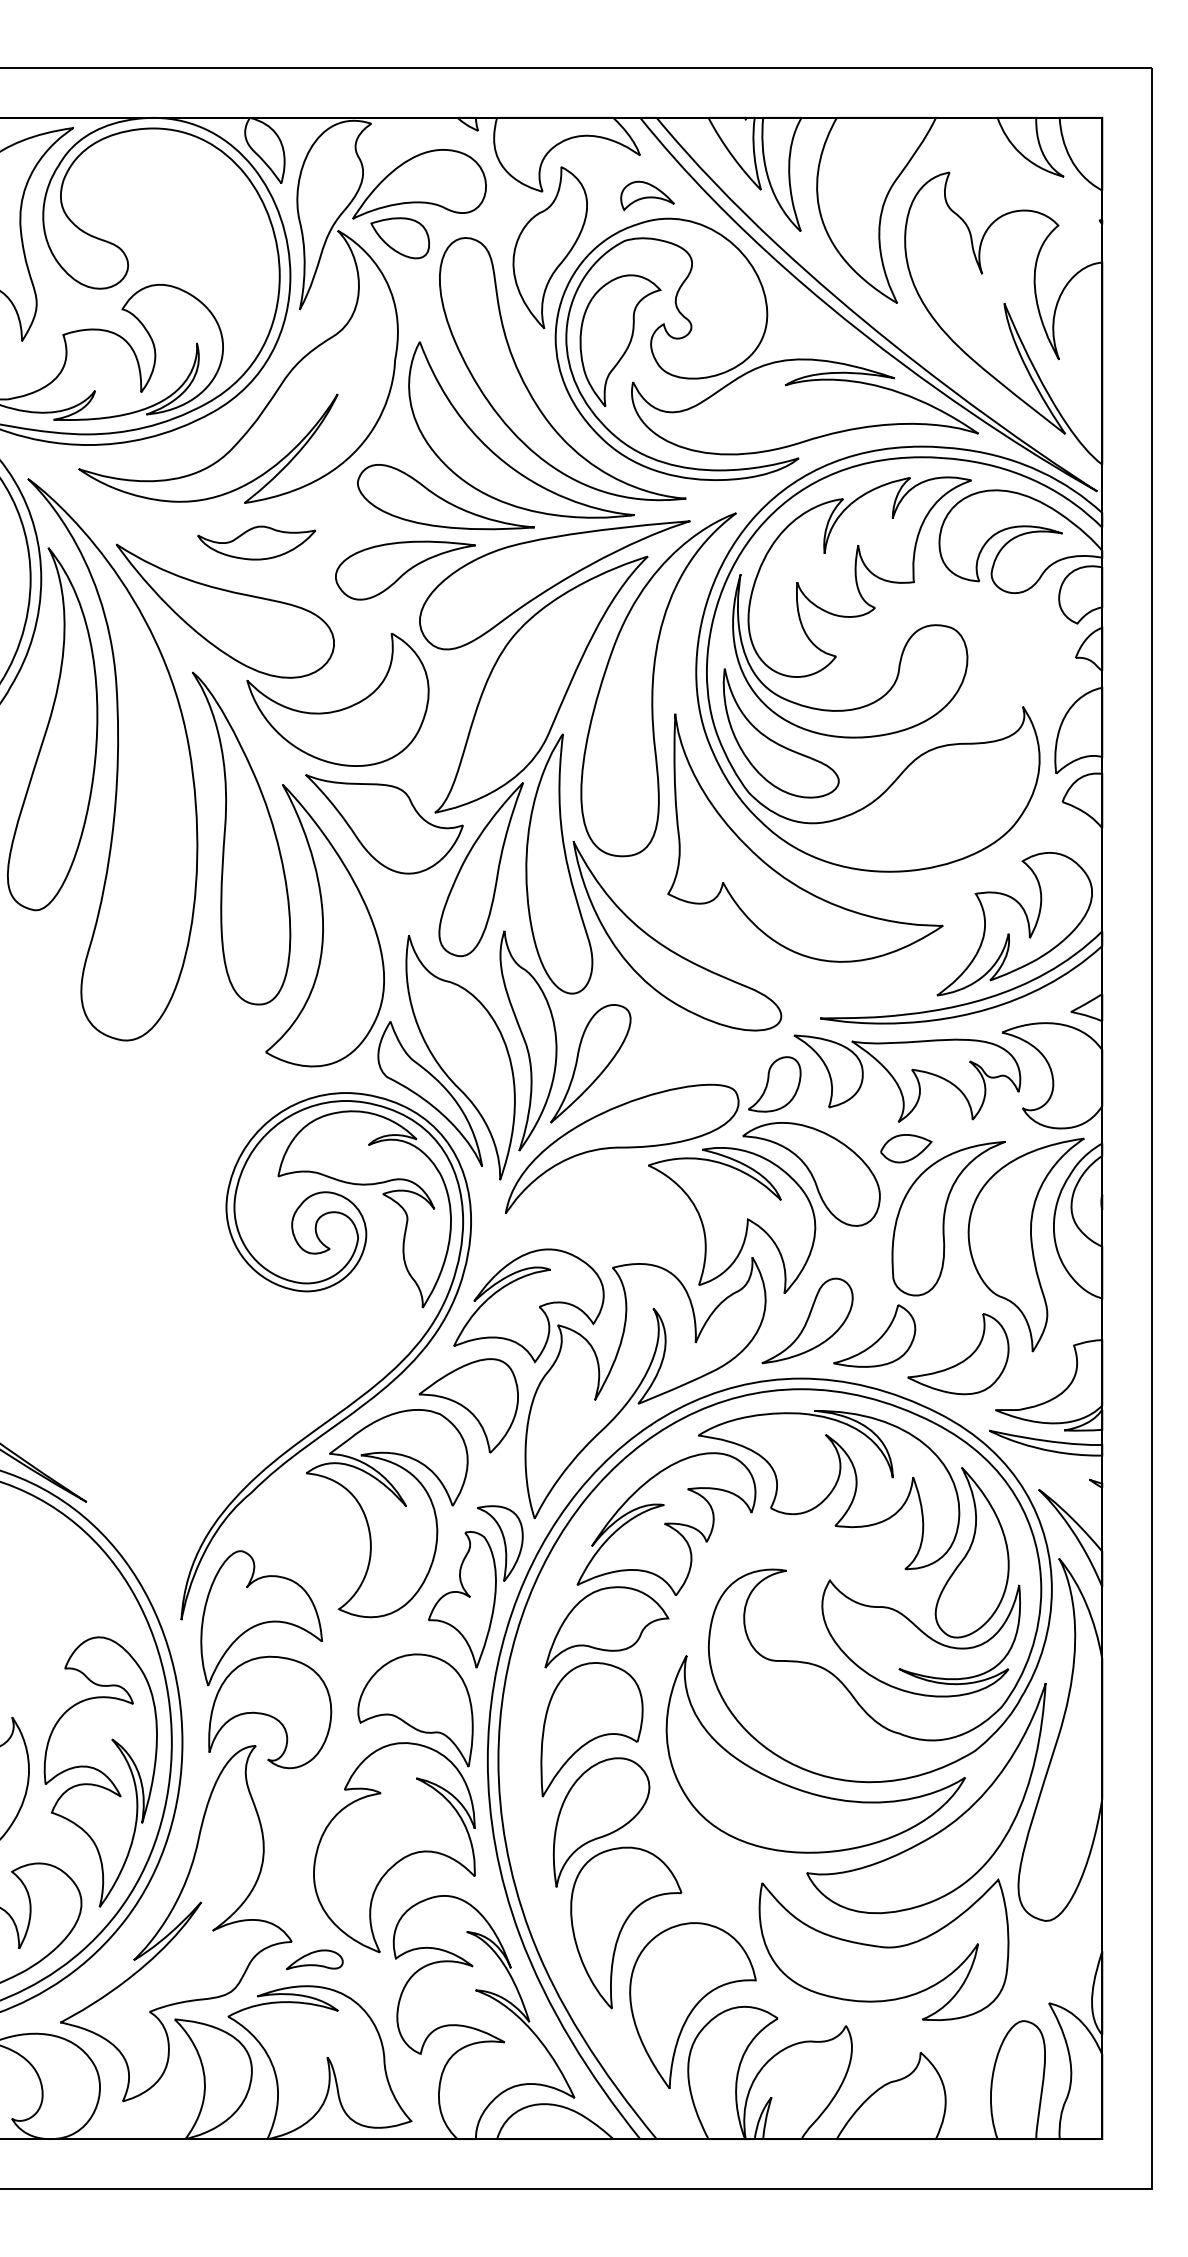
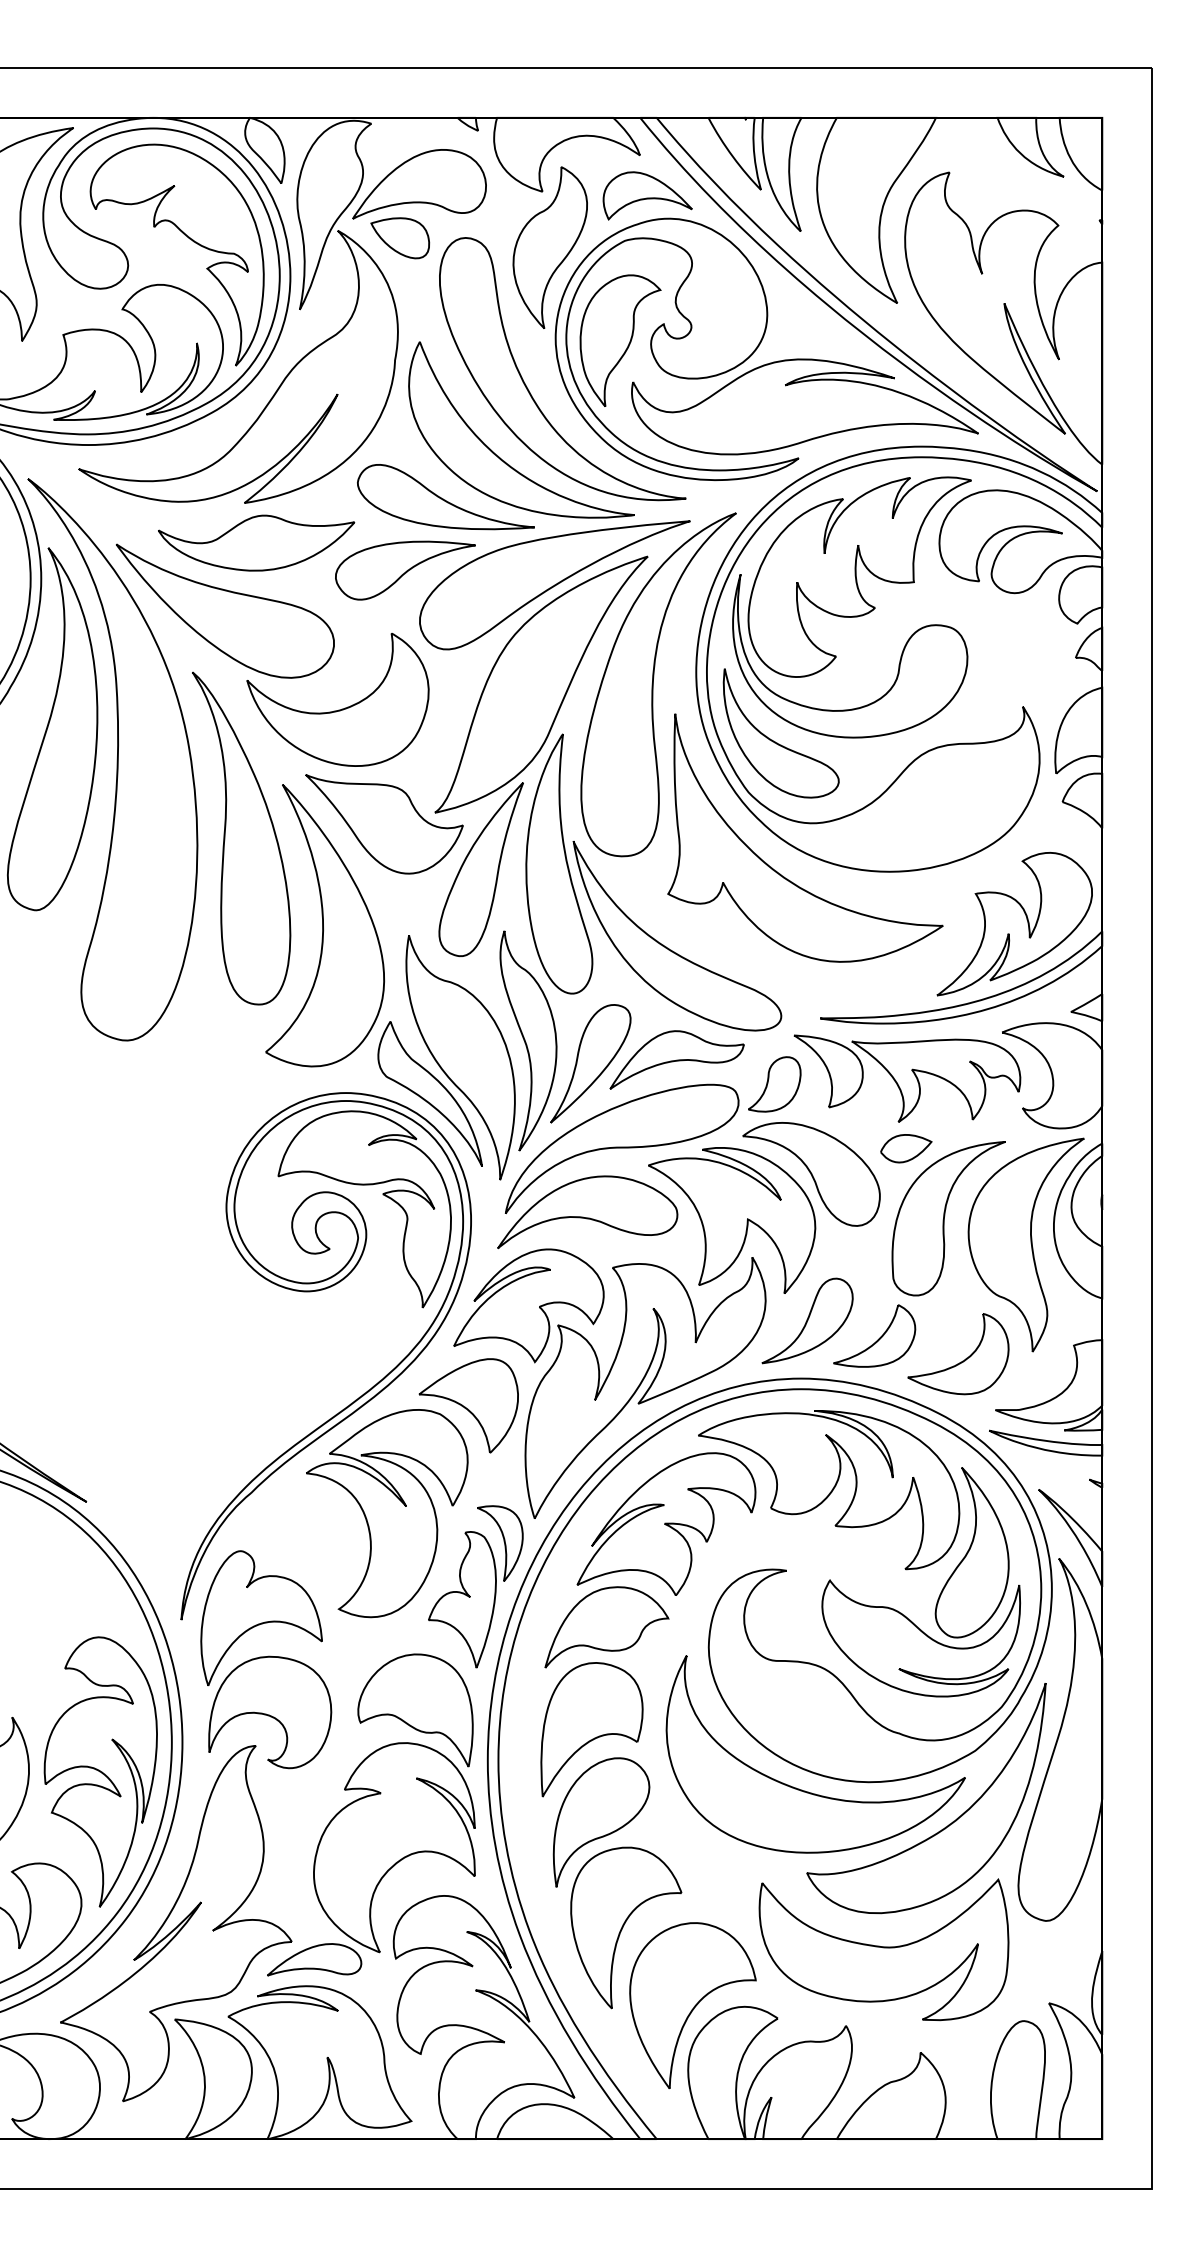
part at (647, 195) size: 55x32 px -> 91x50 px
part at (189, 239): none -> present
part at (256, 542) size: 119x36 px -> 198x58 px
part at (676, 1059): none -> present
part at (587, 1212): none -> present
part at (314, 1959) size: 58x22 px -> 96x34 px
